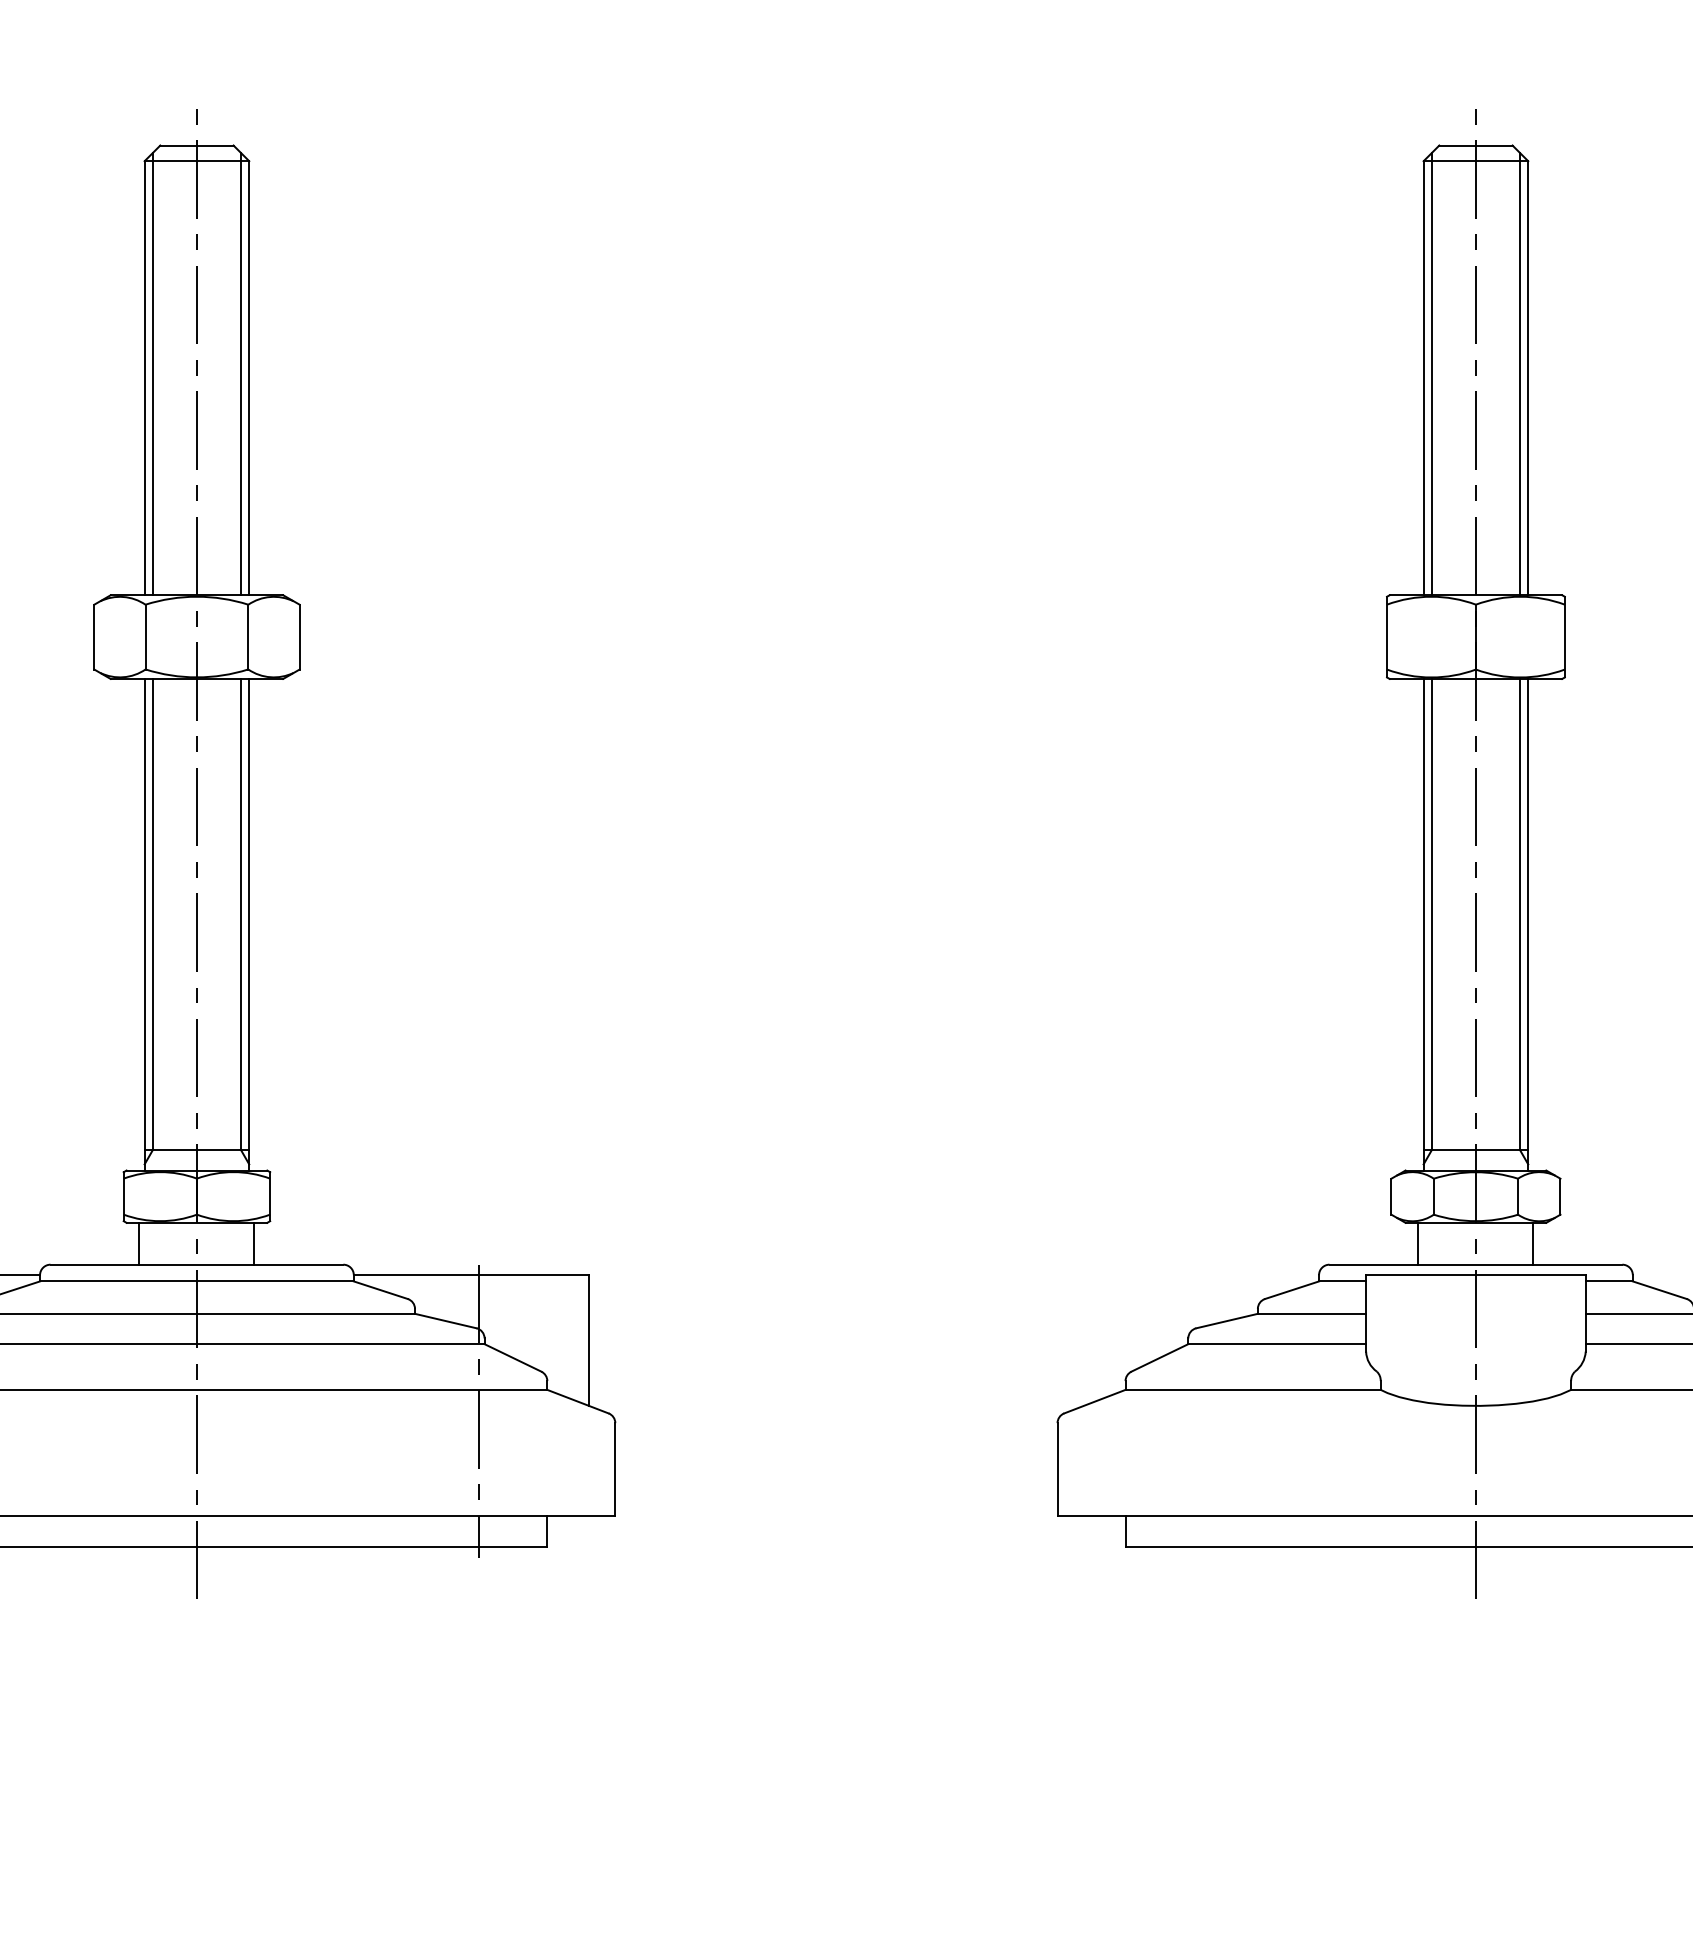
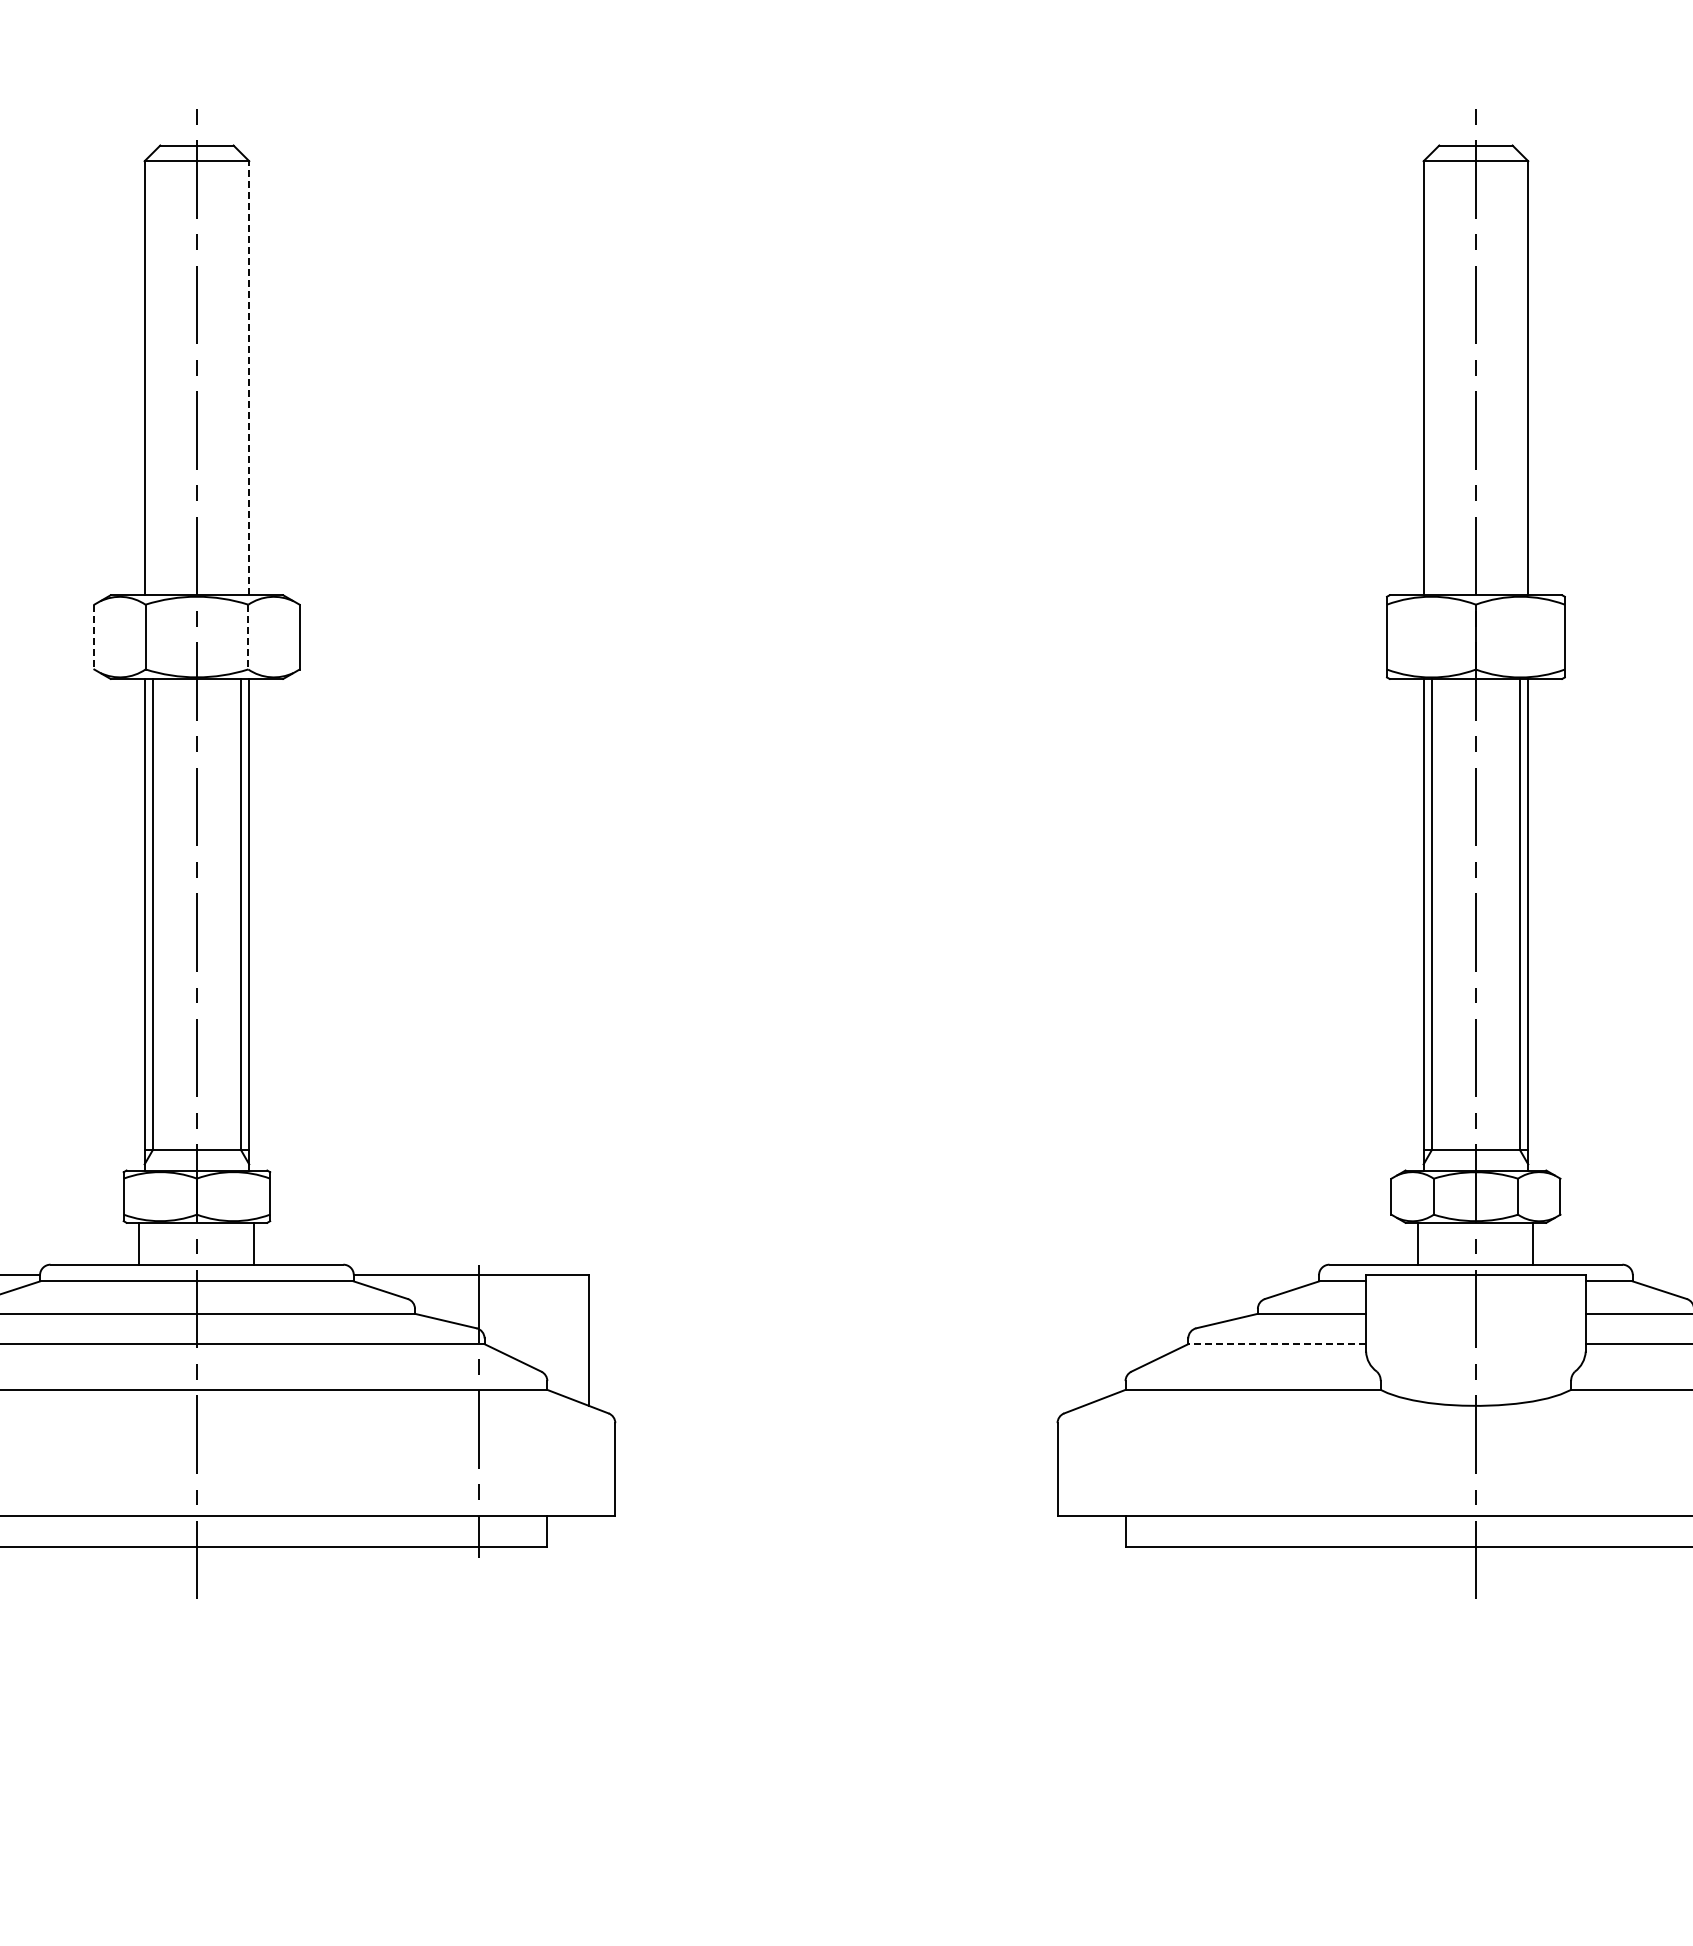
line at (153, 373): present -> none
line at (240, 373): present -> none
line at (1432, 373): present -> none
line at (1519, 373): present -> none
line at (249, 377): solid -> dashed
line at (94, 637): solid -> dashed
line at (248, 637): solid -> dashed
line at (1277, 1344): solid -> dashed
